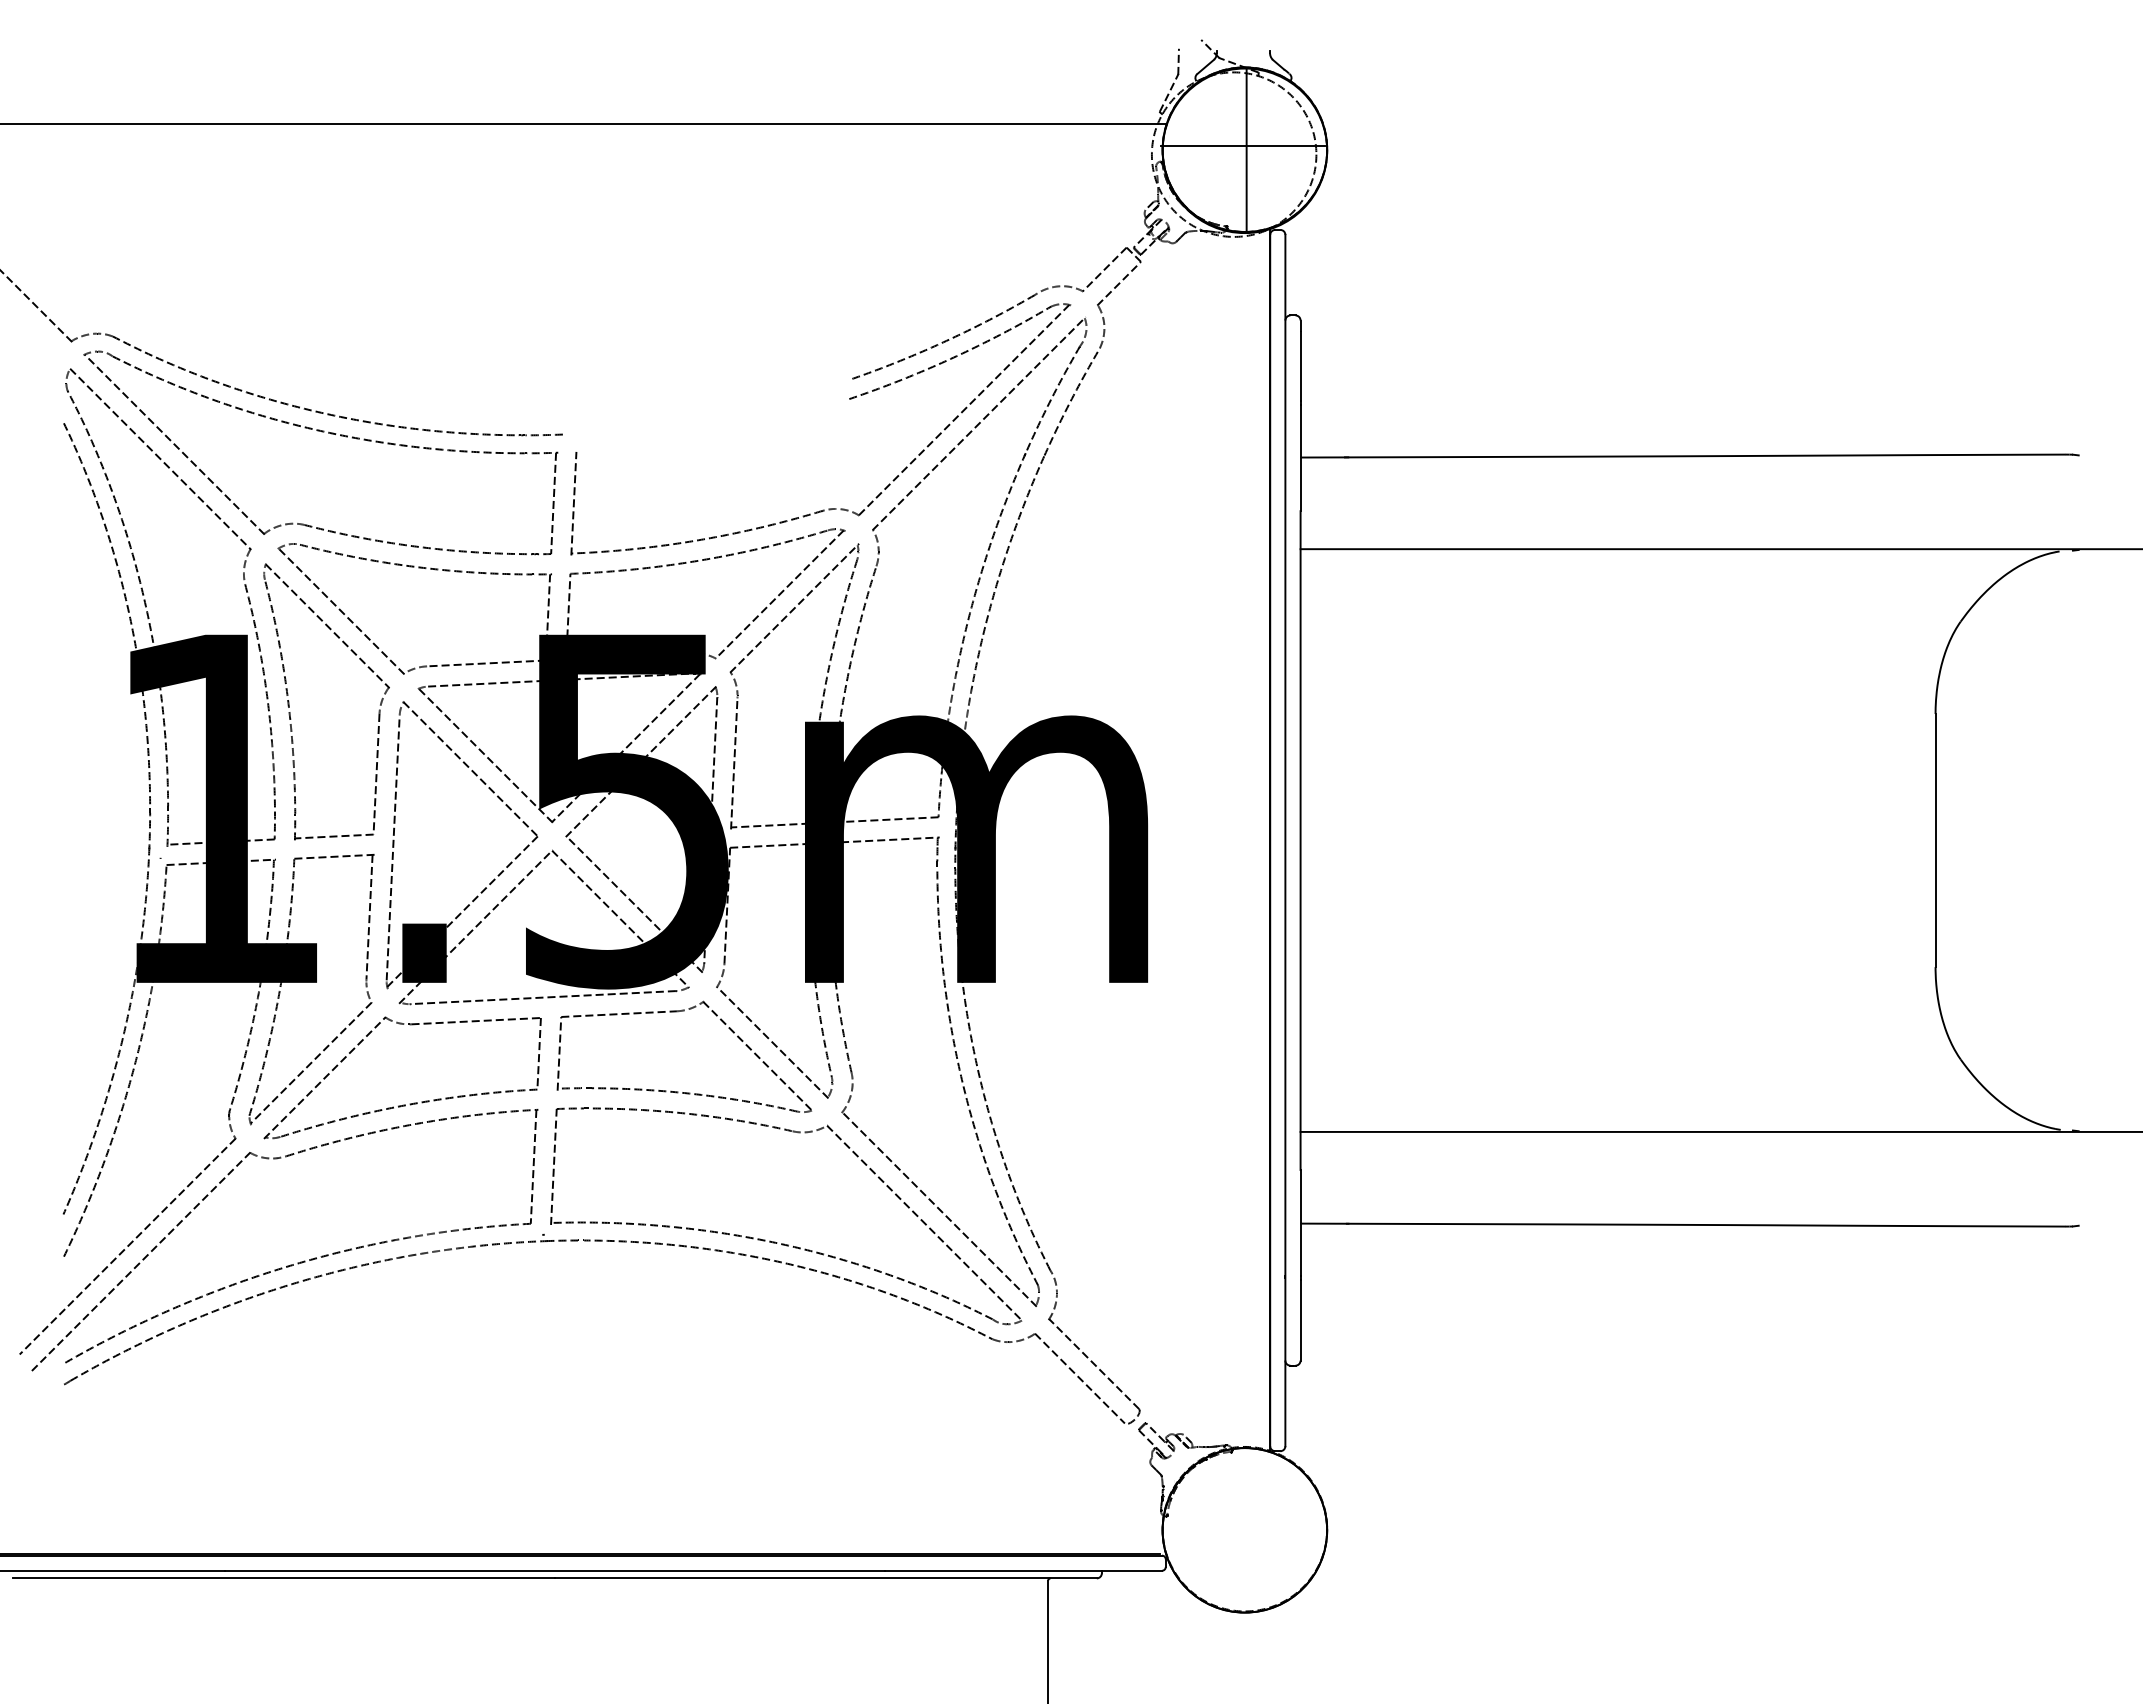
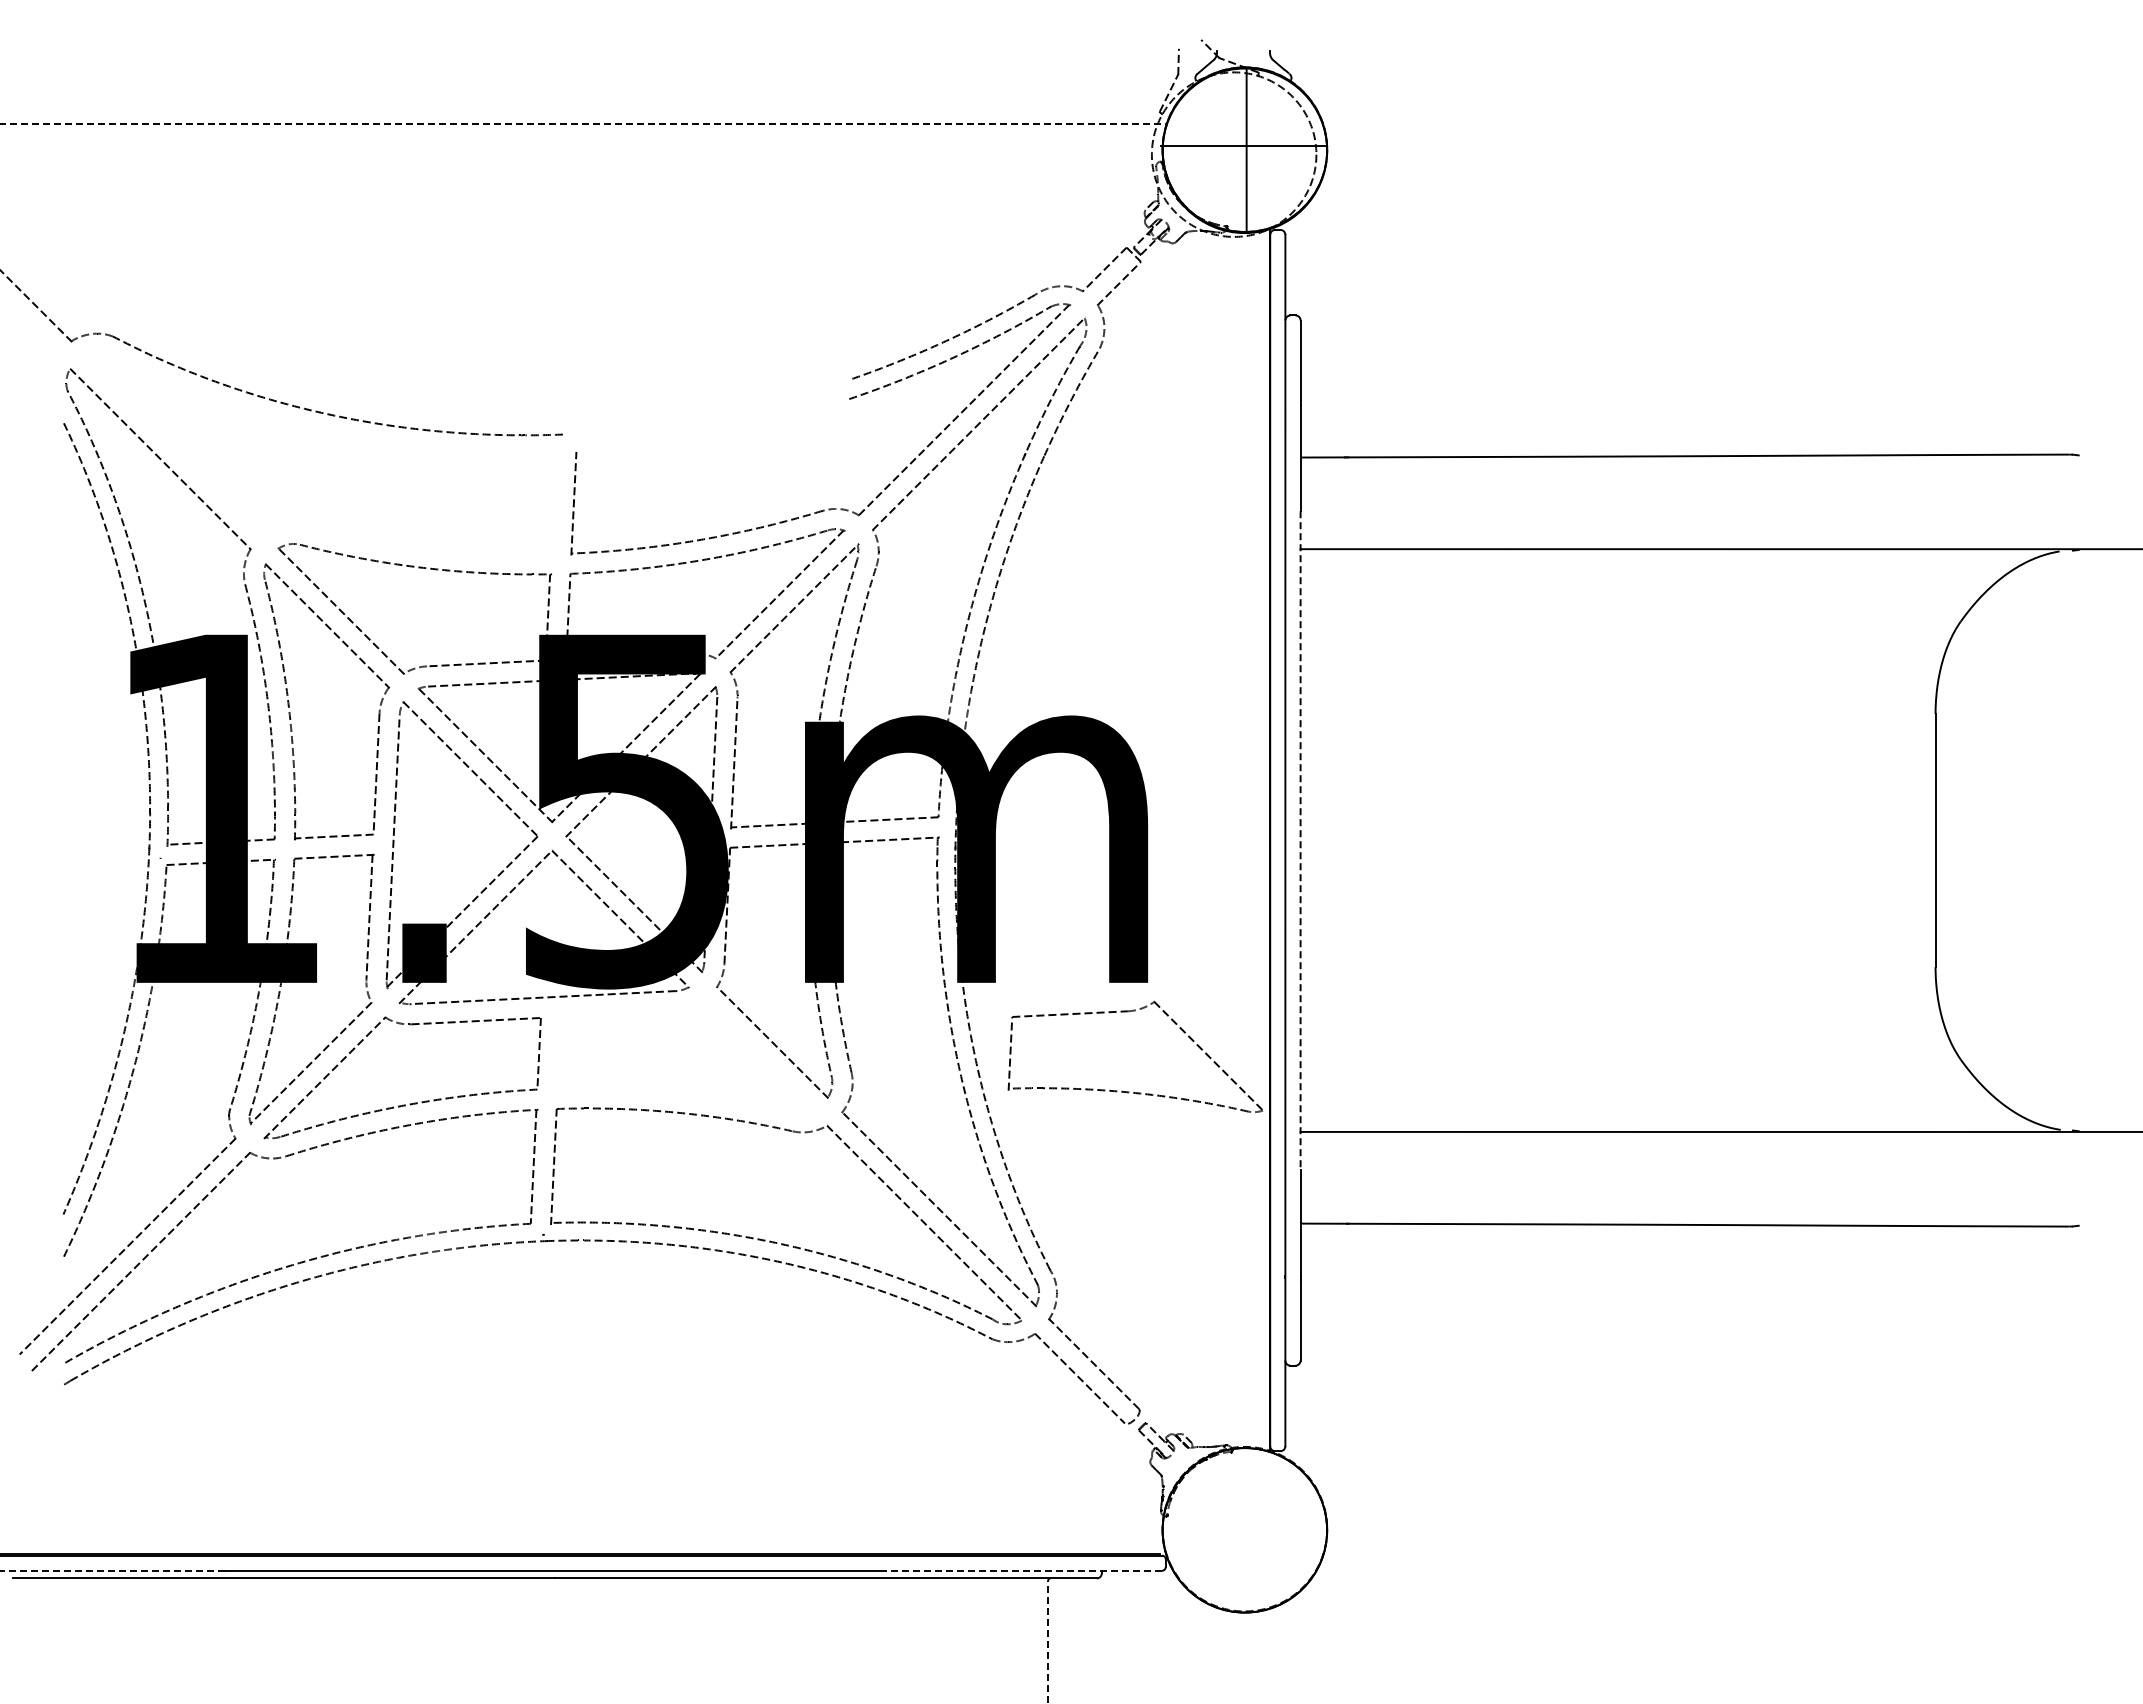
line at (583, 124): solid -> dashed
part at (321, 432): present -> none
line at (1300, 841): solid -> dashed
part at (678, 1091) position: (678, 1091) -> (1129, 1091)
line at (112, 1570): solid -> dashed
line at (1023, 1570): solid -> dashed
line at (1048, 1641): solid -> dashed
